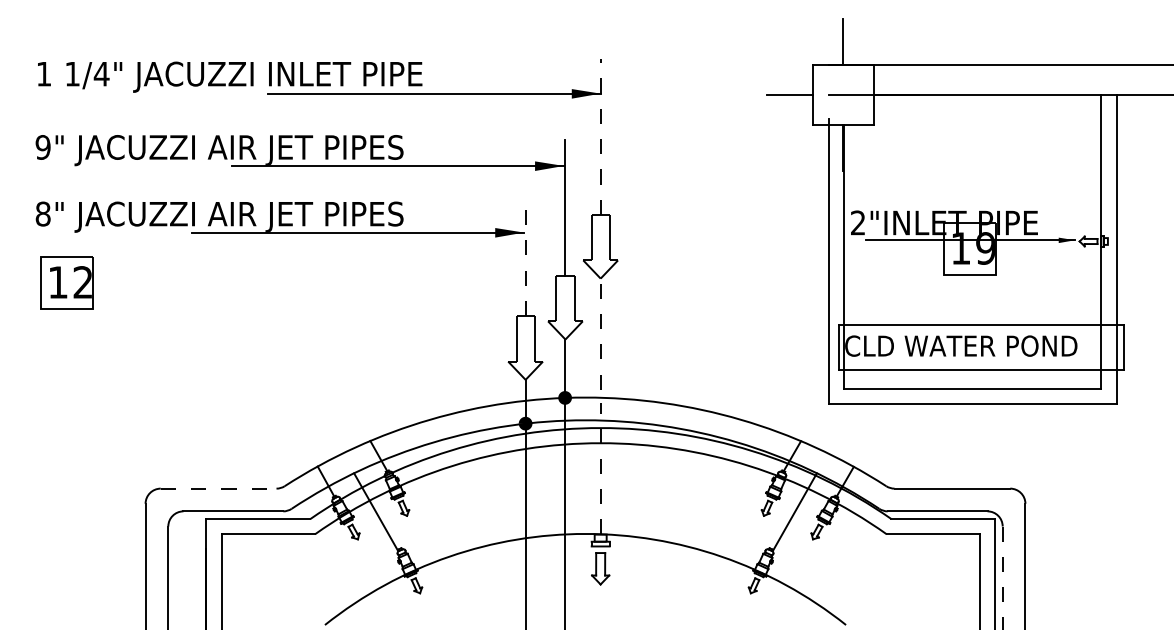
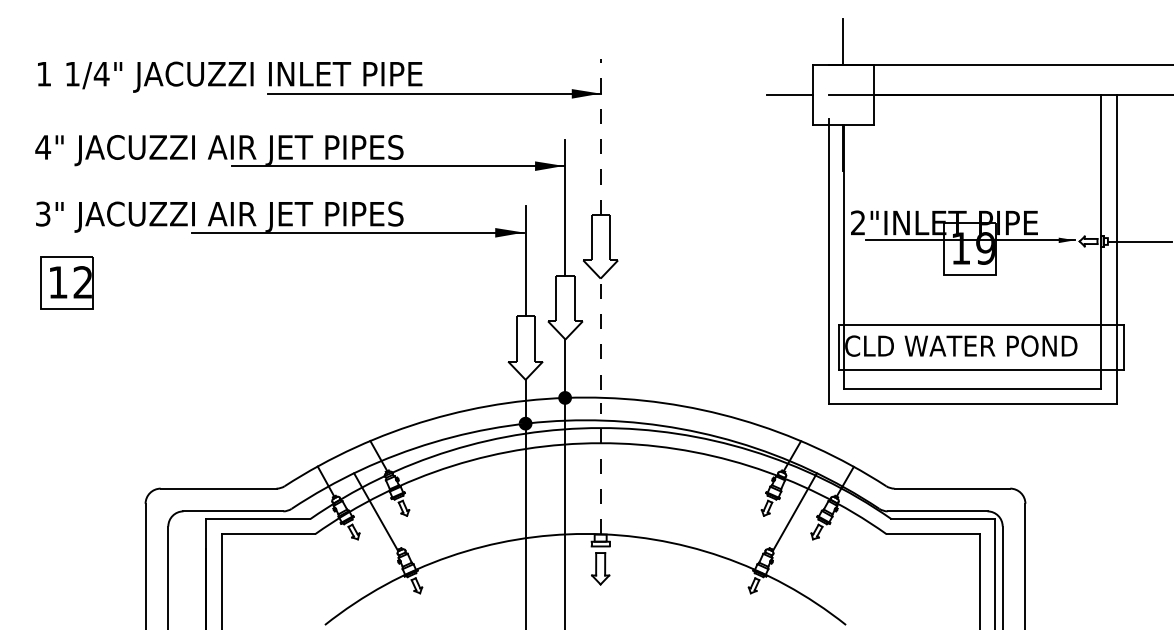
text at (43, 147): 9" -> 4"
text at (42, 213): 8" -> 3"
line at (1138, 241): none -> present
line at (525, 261): dashed -> solid
line at (218, 488): dashed -> solid
line at (1002, 578): dashed -> solid
